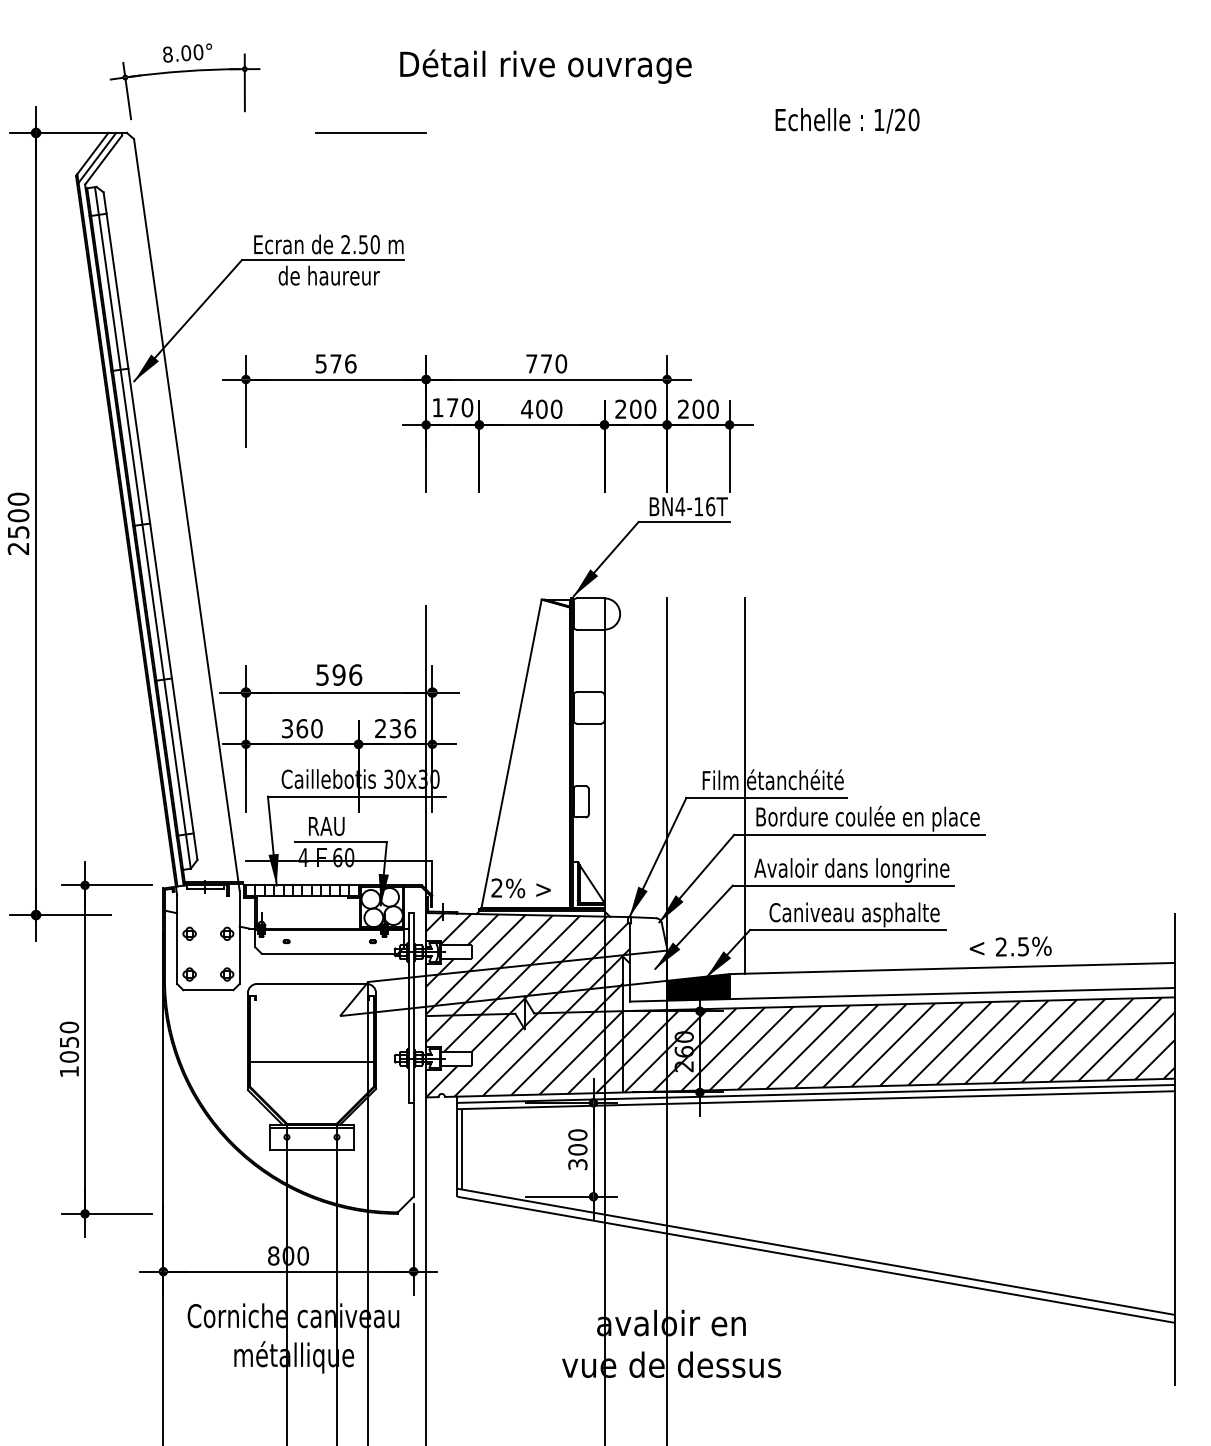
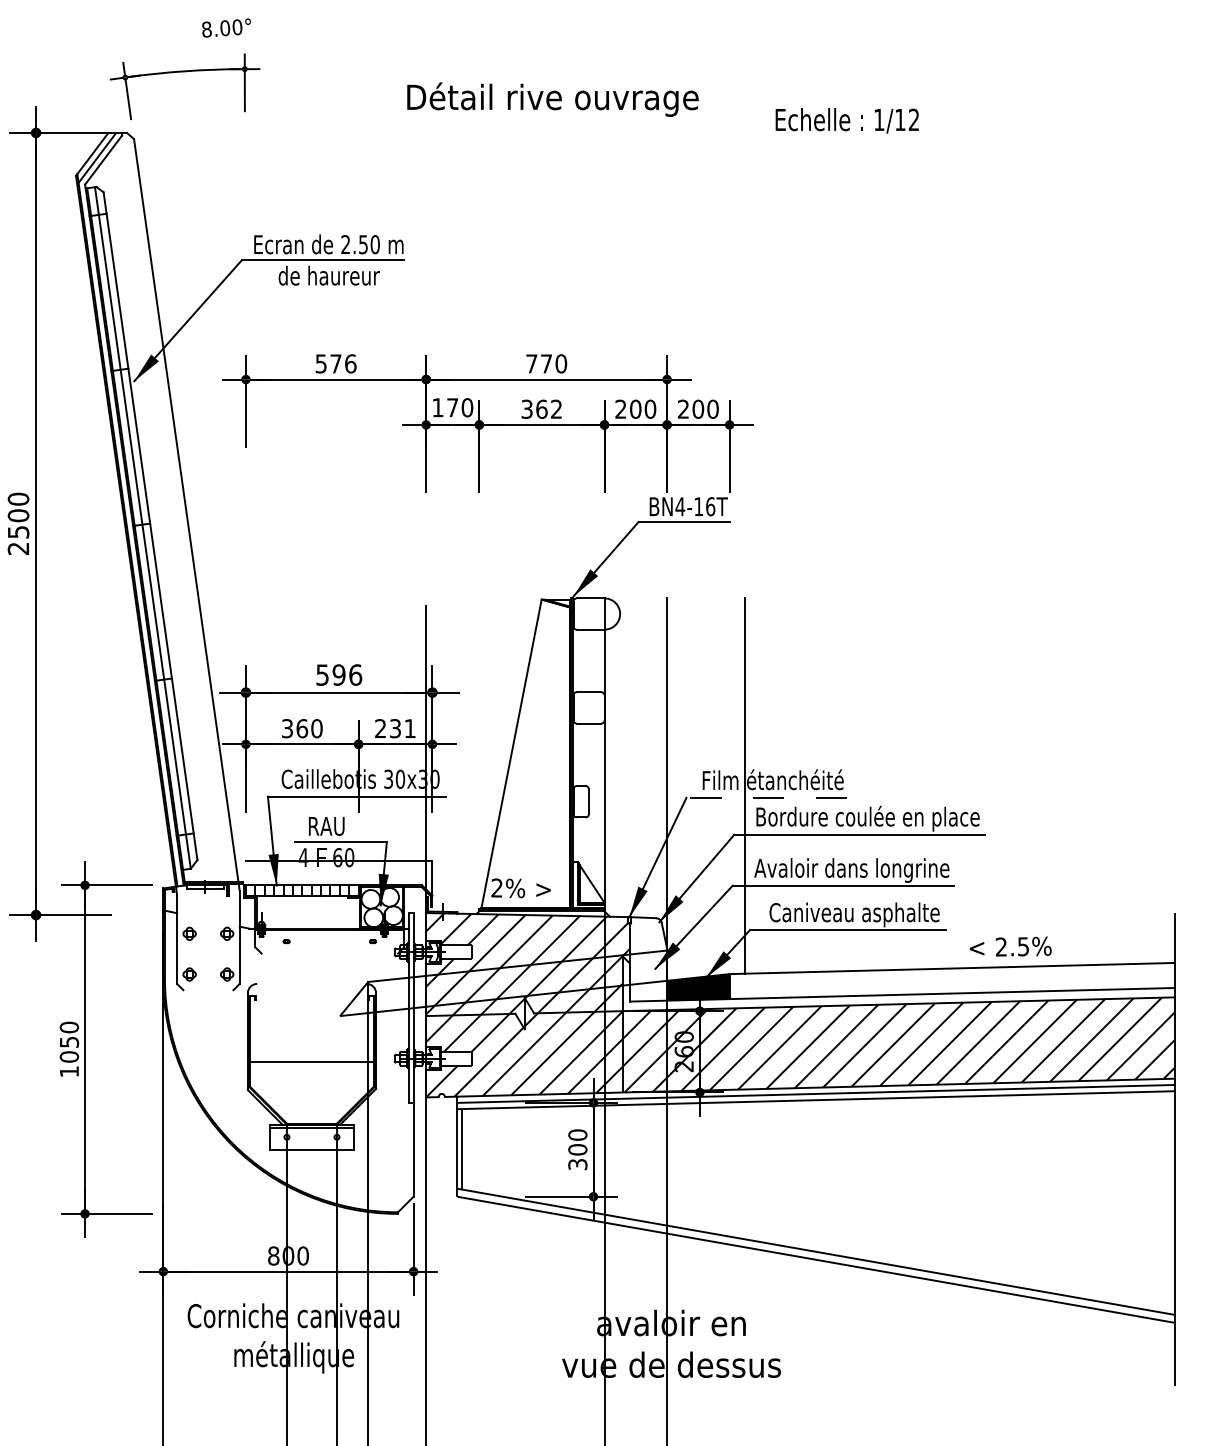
text at (187, 52) position: (187, 52) -> (226, 27)
text at (545, 66) position: (545, 66) -> (552, 99)
text at (907, 119): 1/20 -> 1/12
line at (370, 132): present -> none
text at (541, 408): 400 -> 362
text at (410, 728): 236 -> 231
line at (766, 797): solid -> dashed
line at (329, 953): present -> none
line at (311, 983): present -> none
line at (208, 990): present -> none
